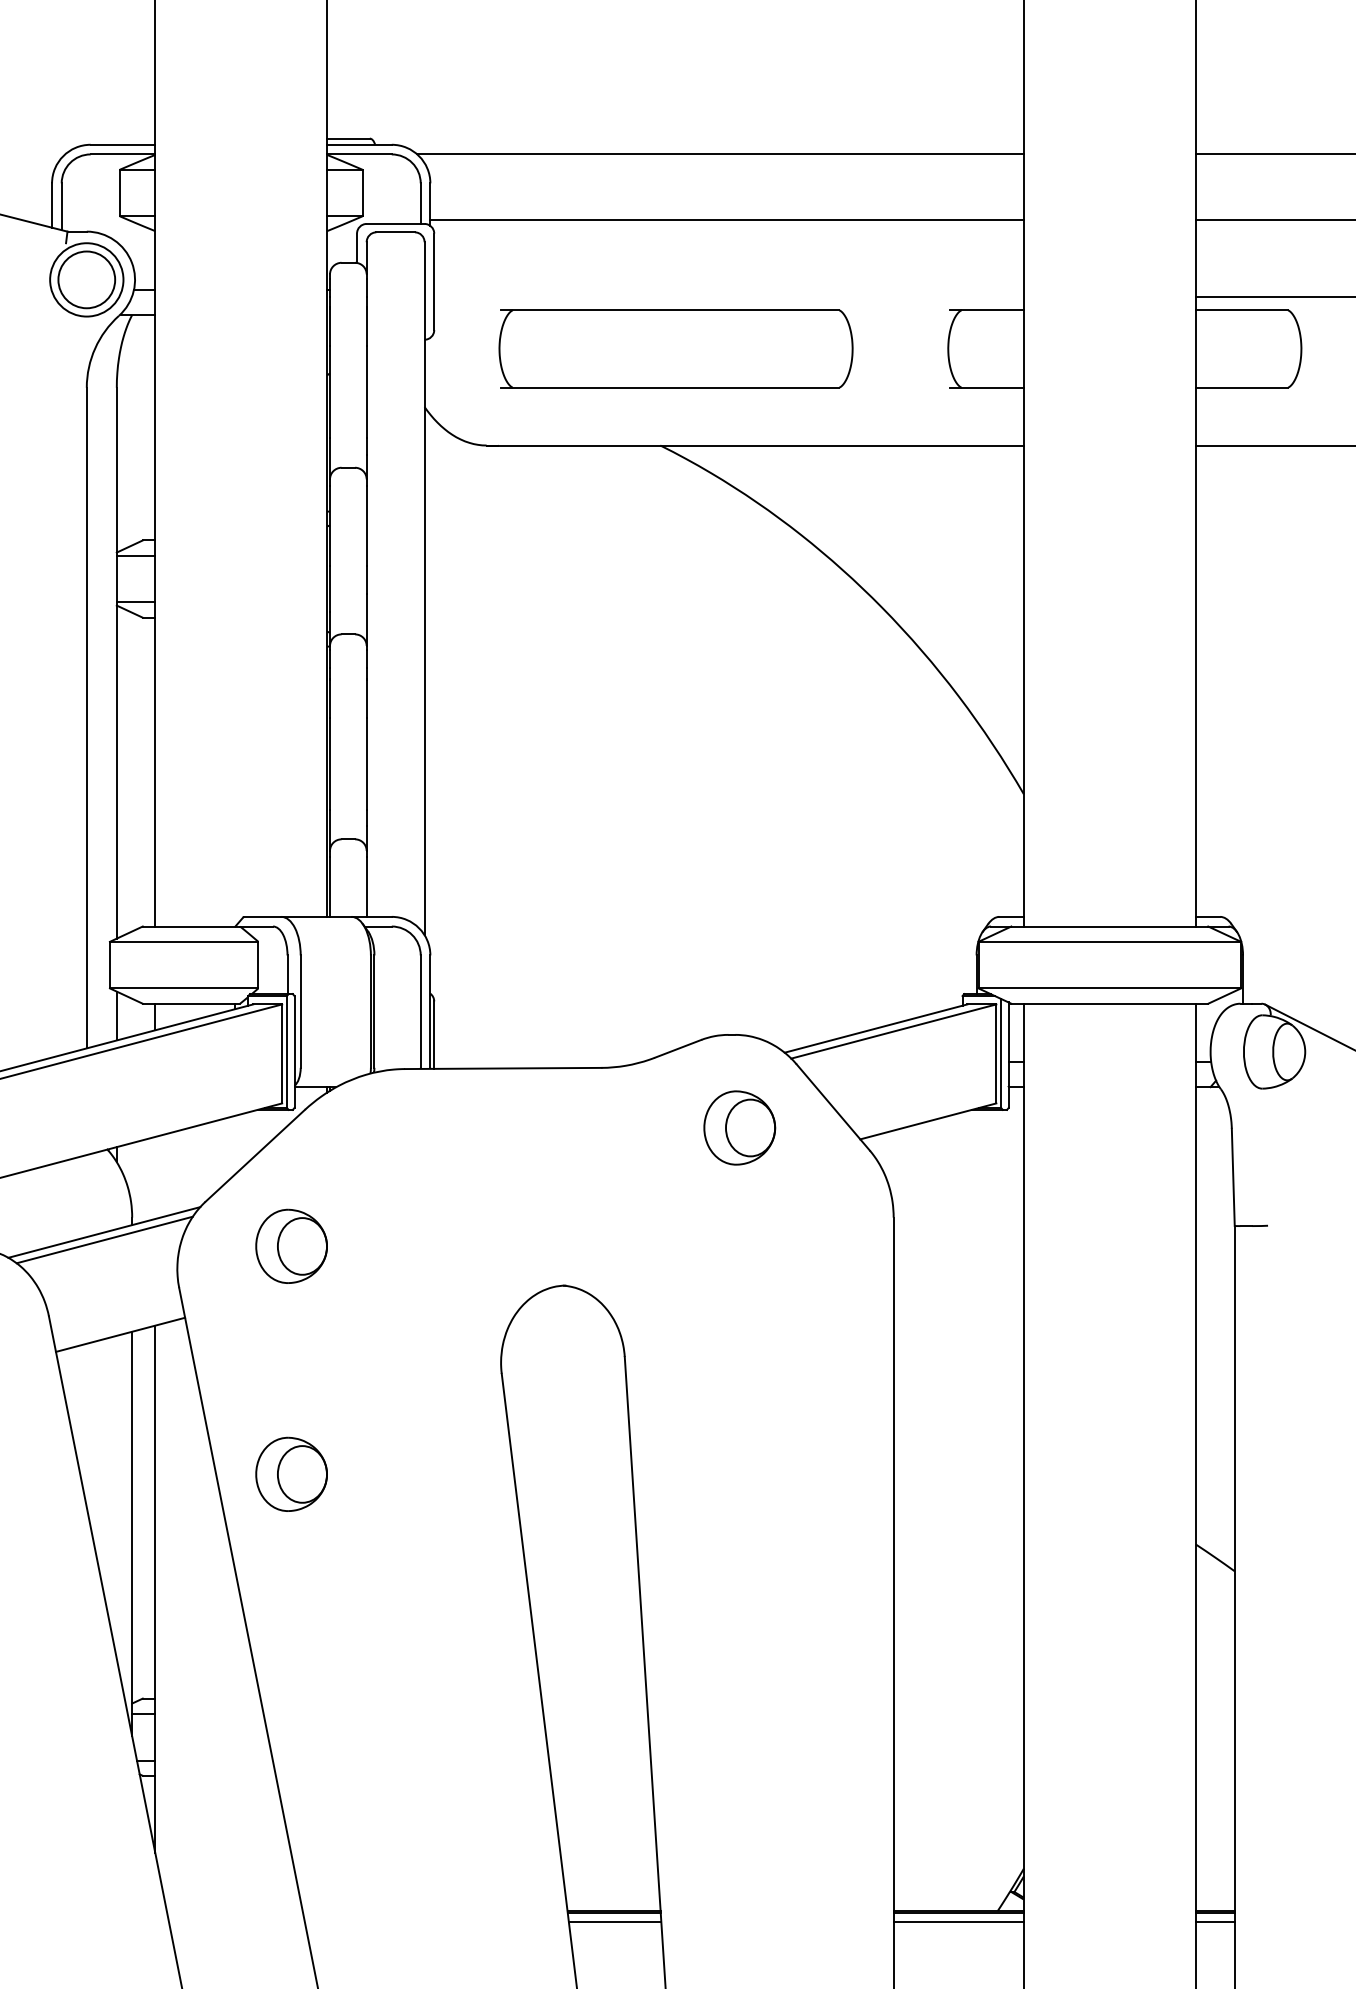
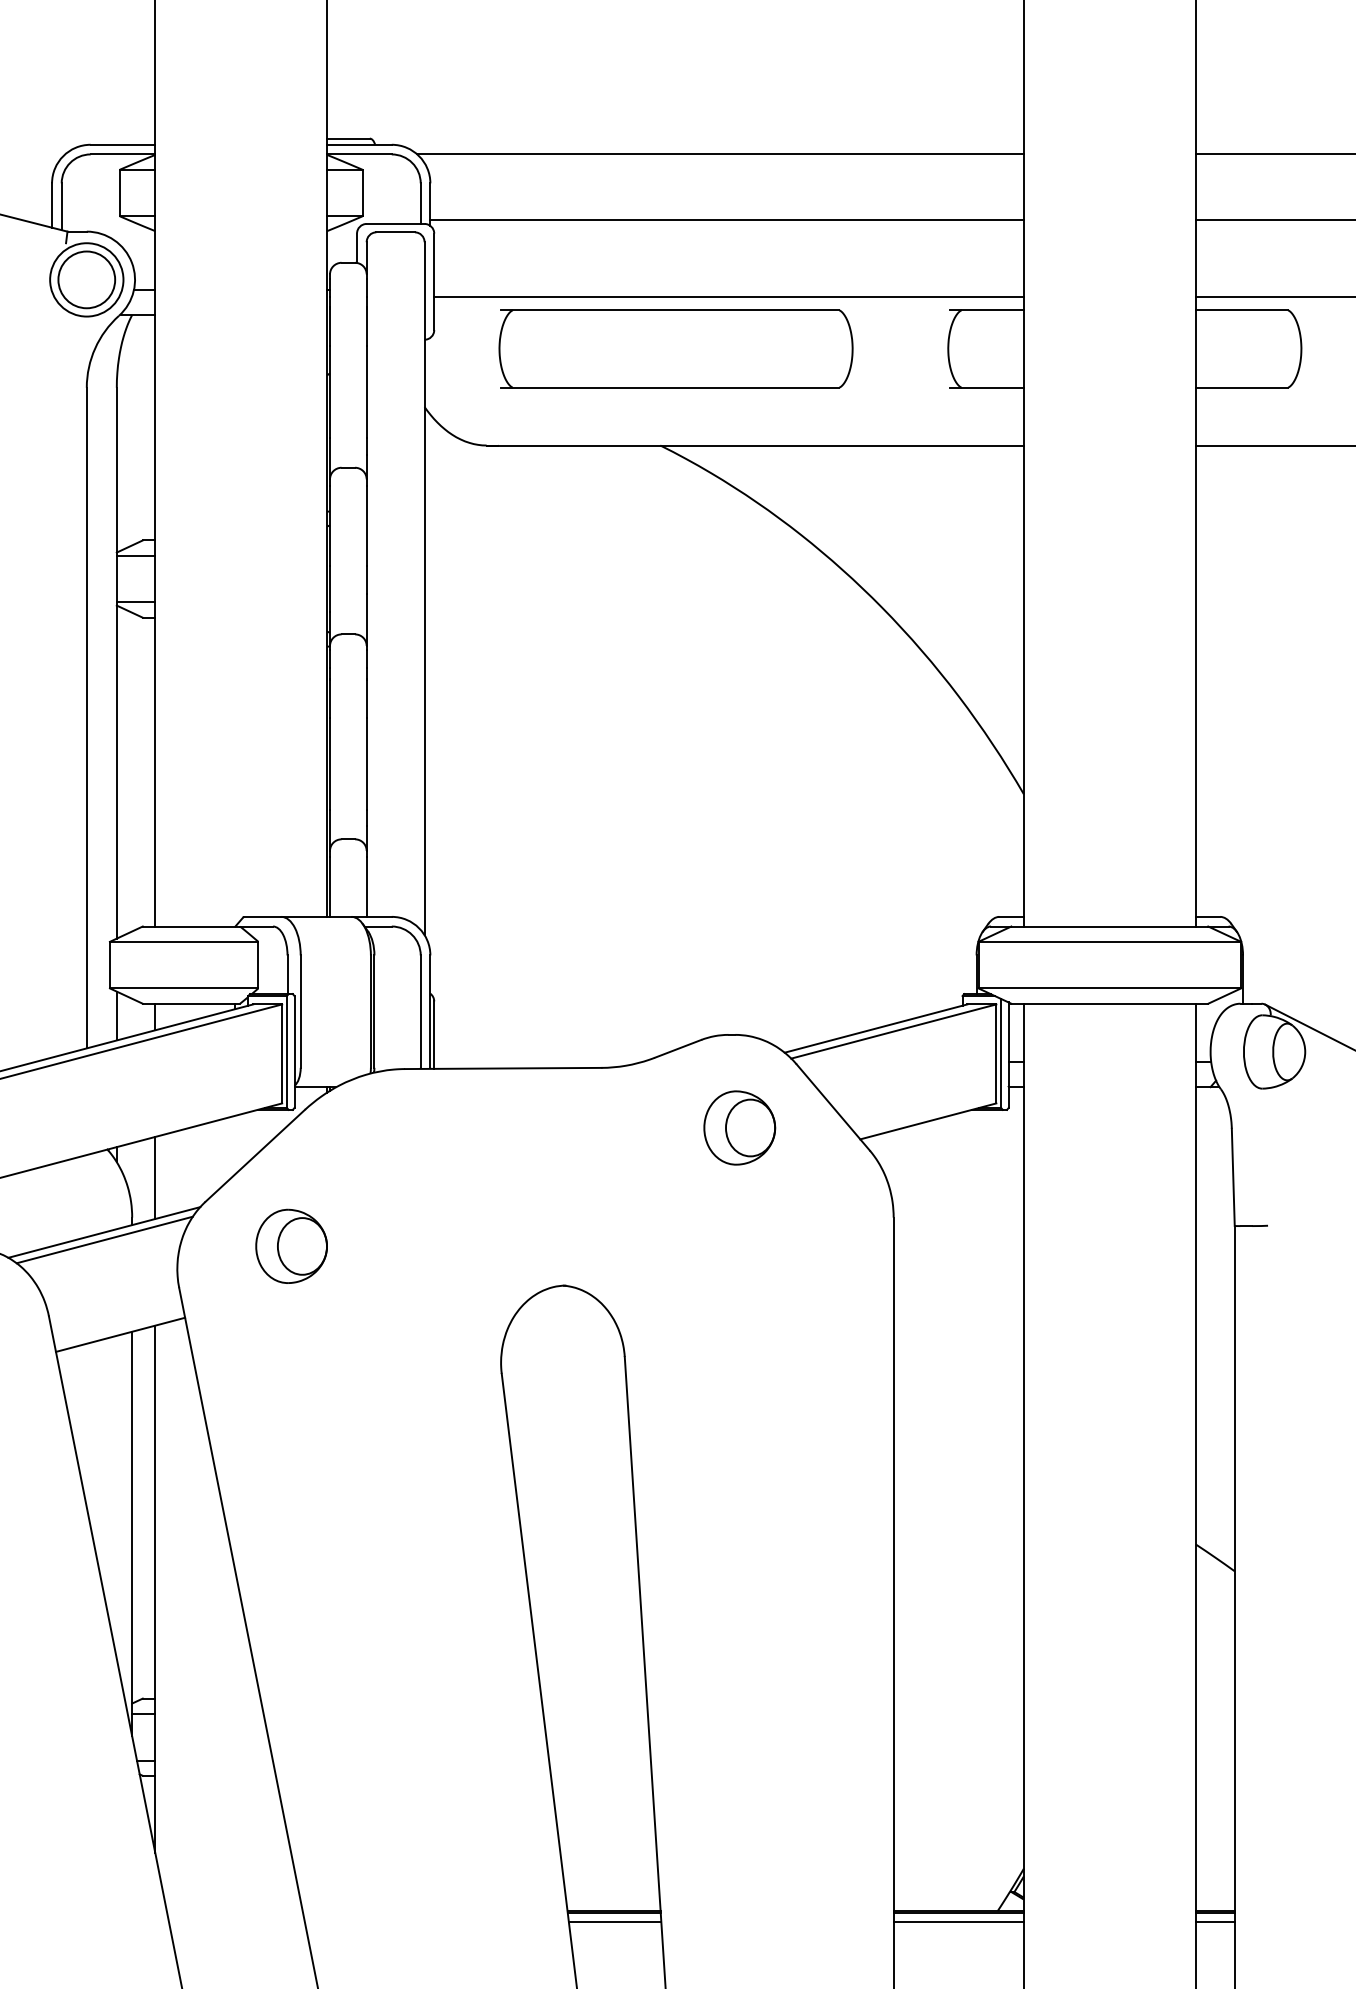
line at (728, 296): none -> present
line at (155, 1177): none -> present
part at (291, 1473): present -> none
